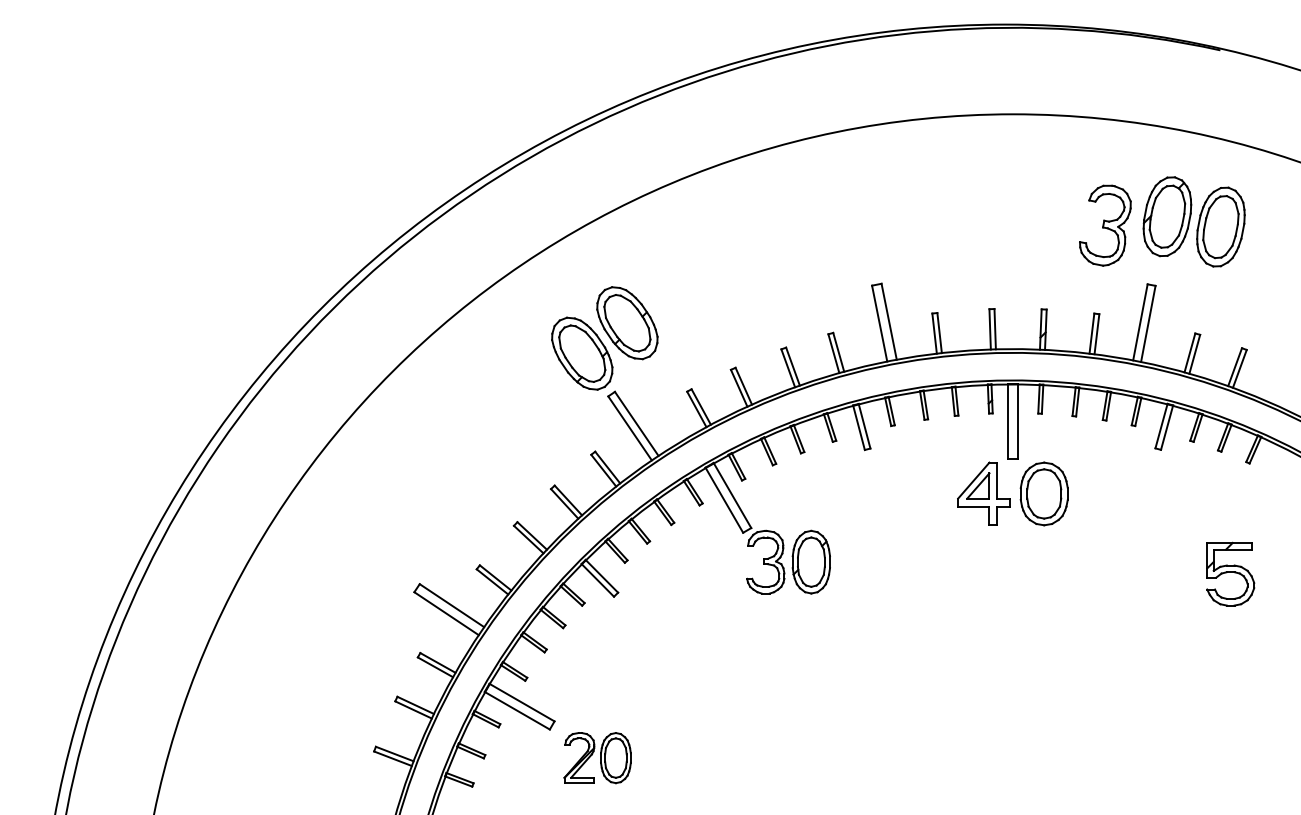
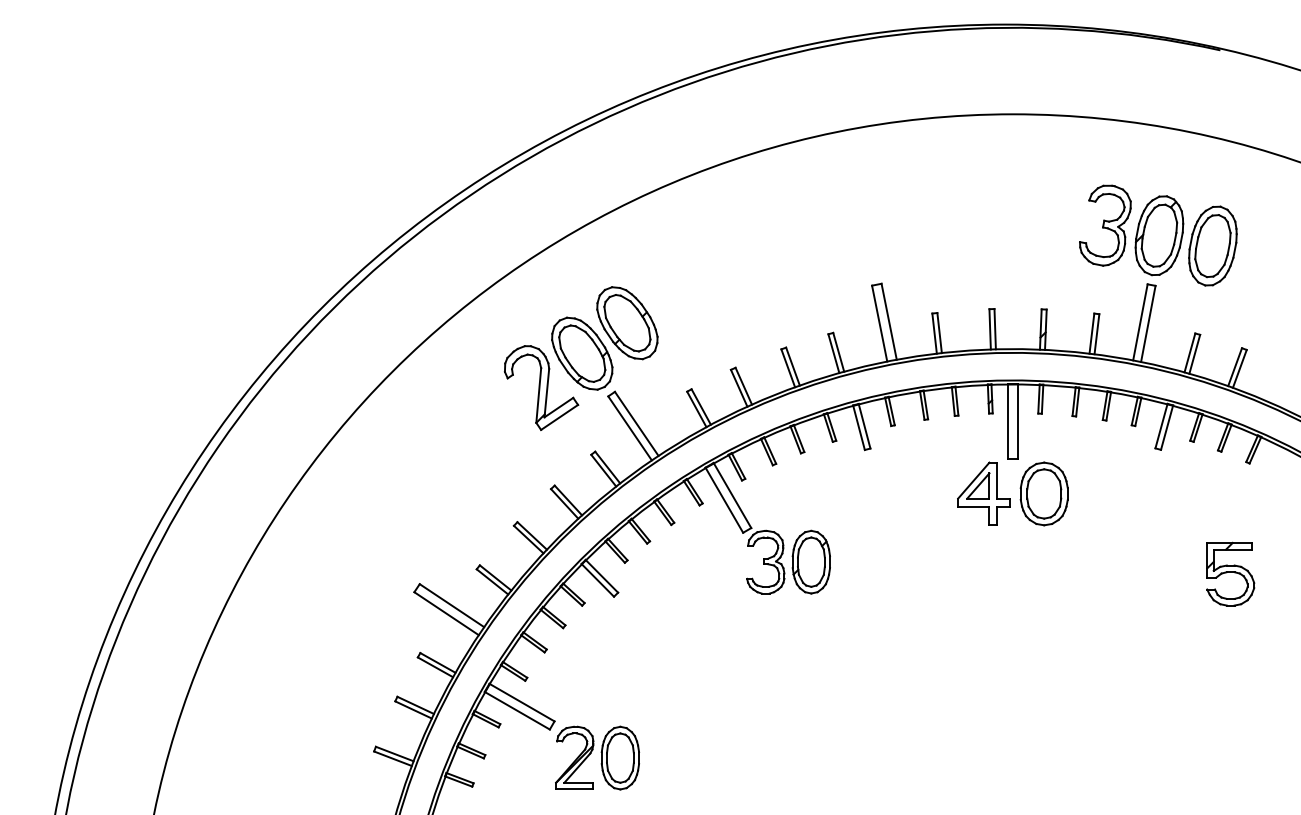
part at (1193, 221) position: (1193, 221) -> (1185, 240)
part at (541, 387): none -> present
part at (597, 758) size: 69x53 px -> 86x66 px
